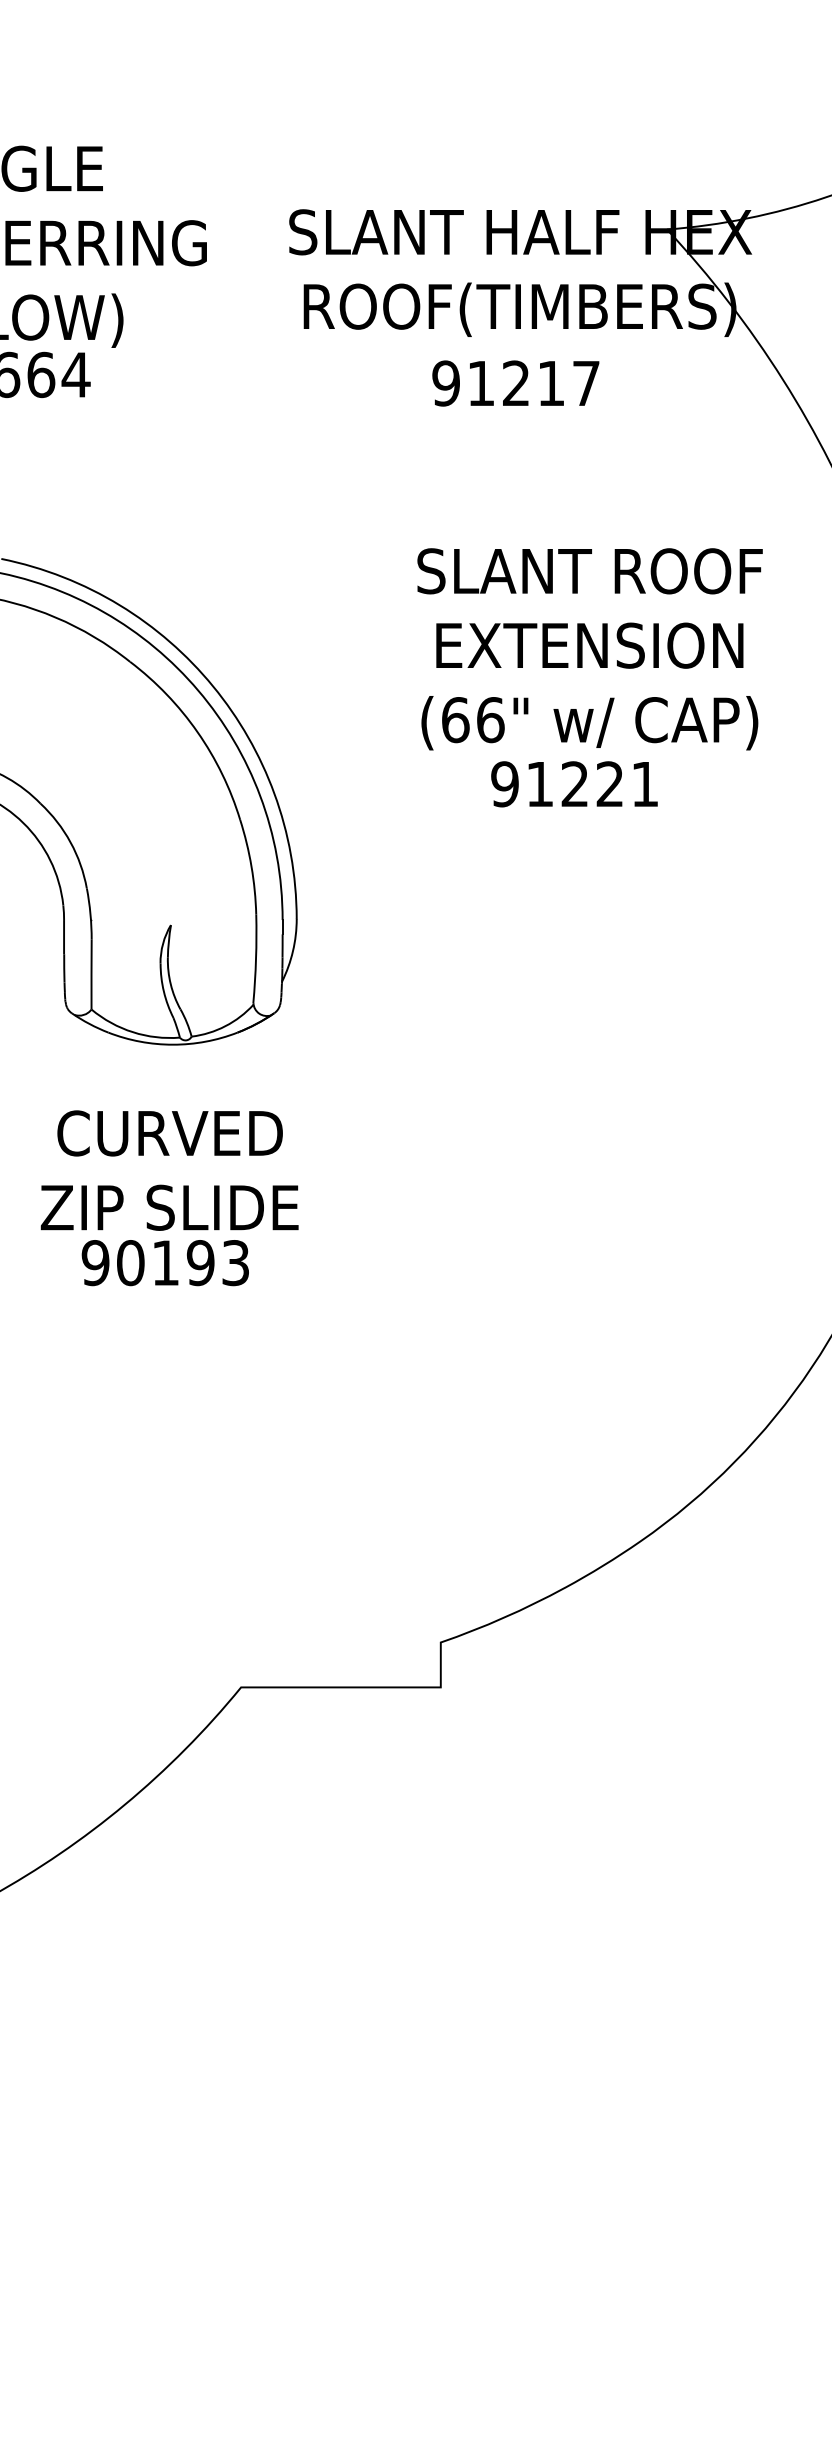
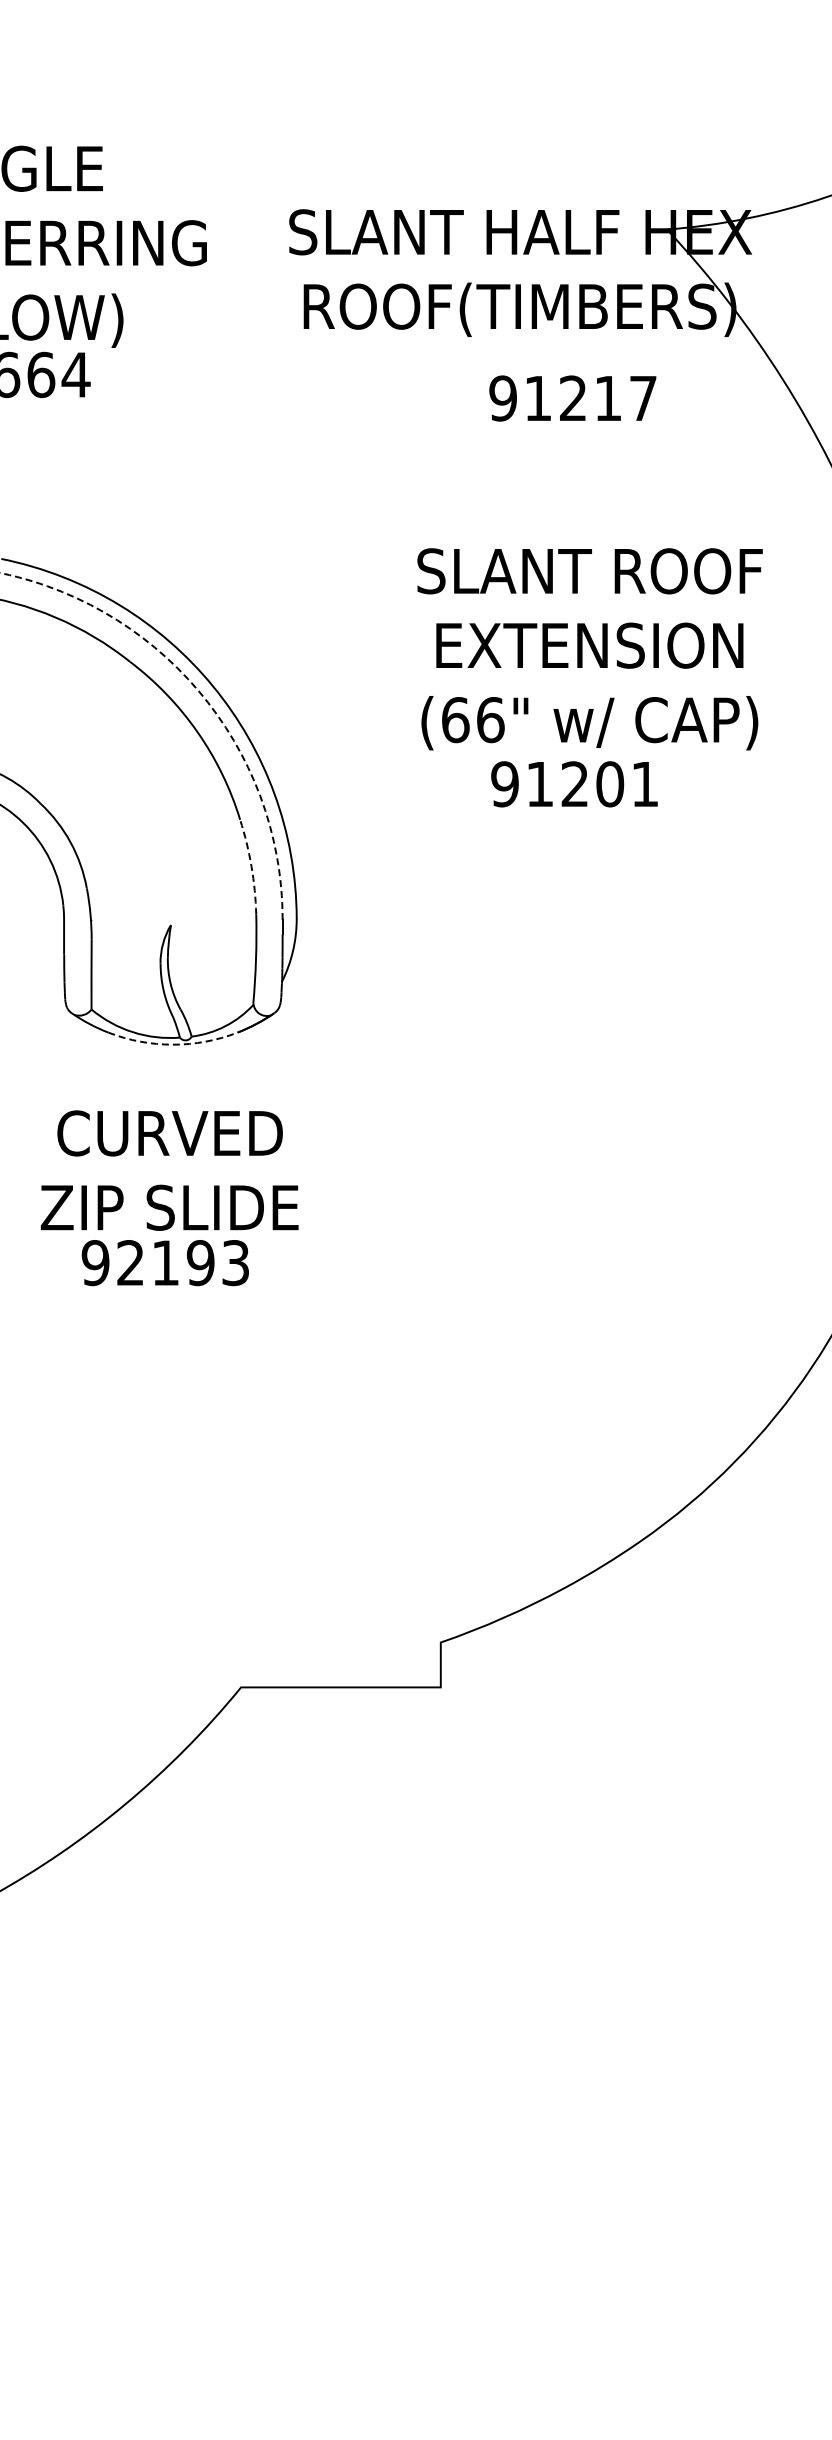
text at (515, 383) position: (515, 383) -> (572, 398)
arc at (202, 695): solid -> dashed
text at (610, 784): 91221 -> 91201
arc at (251, 866): solid -> dashed
arc at (173, 1044): solid -> dashed
text at (130, 1263): 90193 -> 92193
